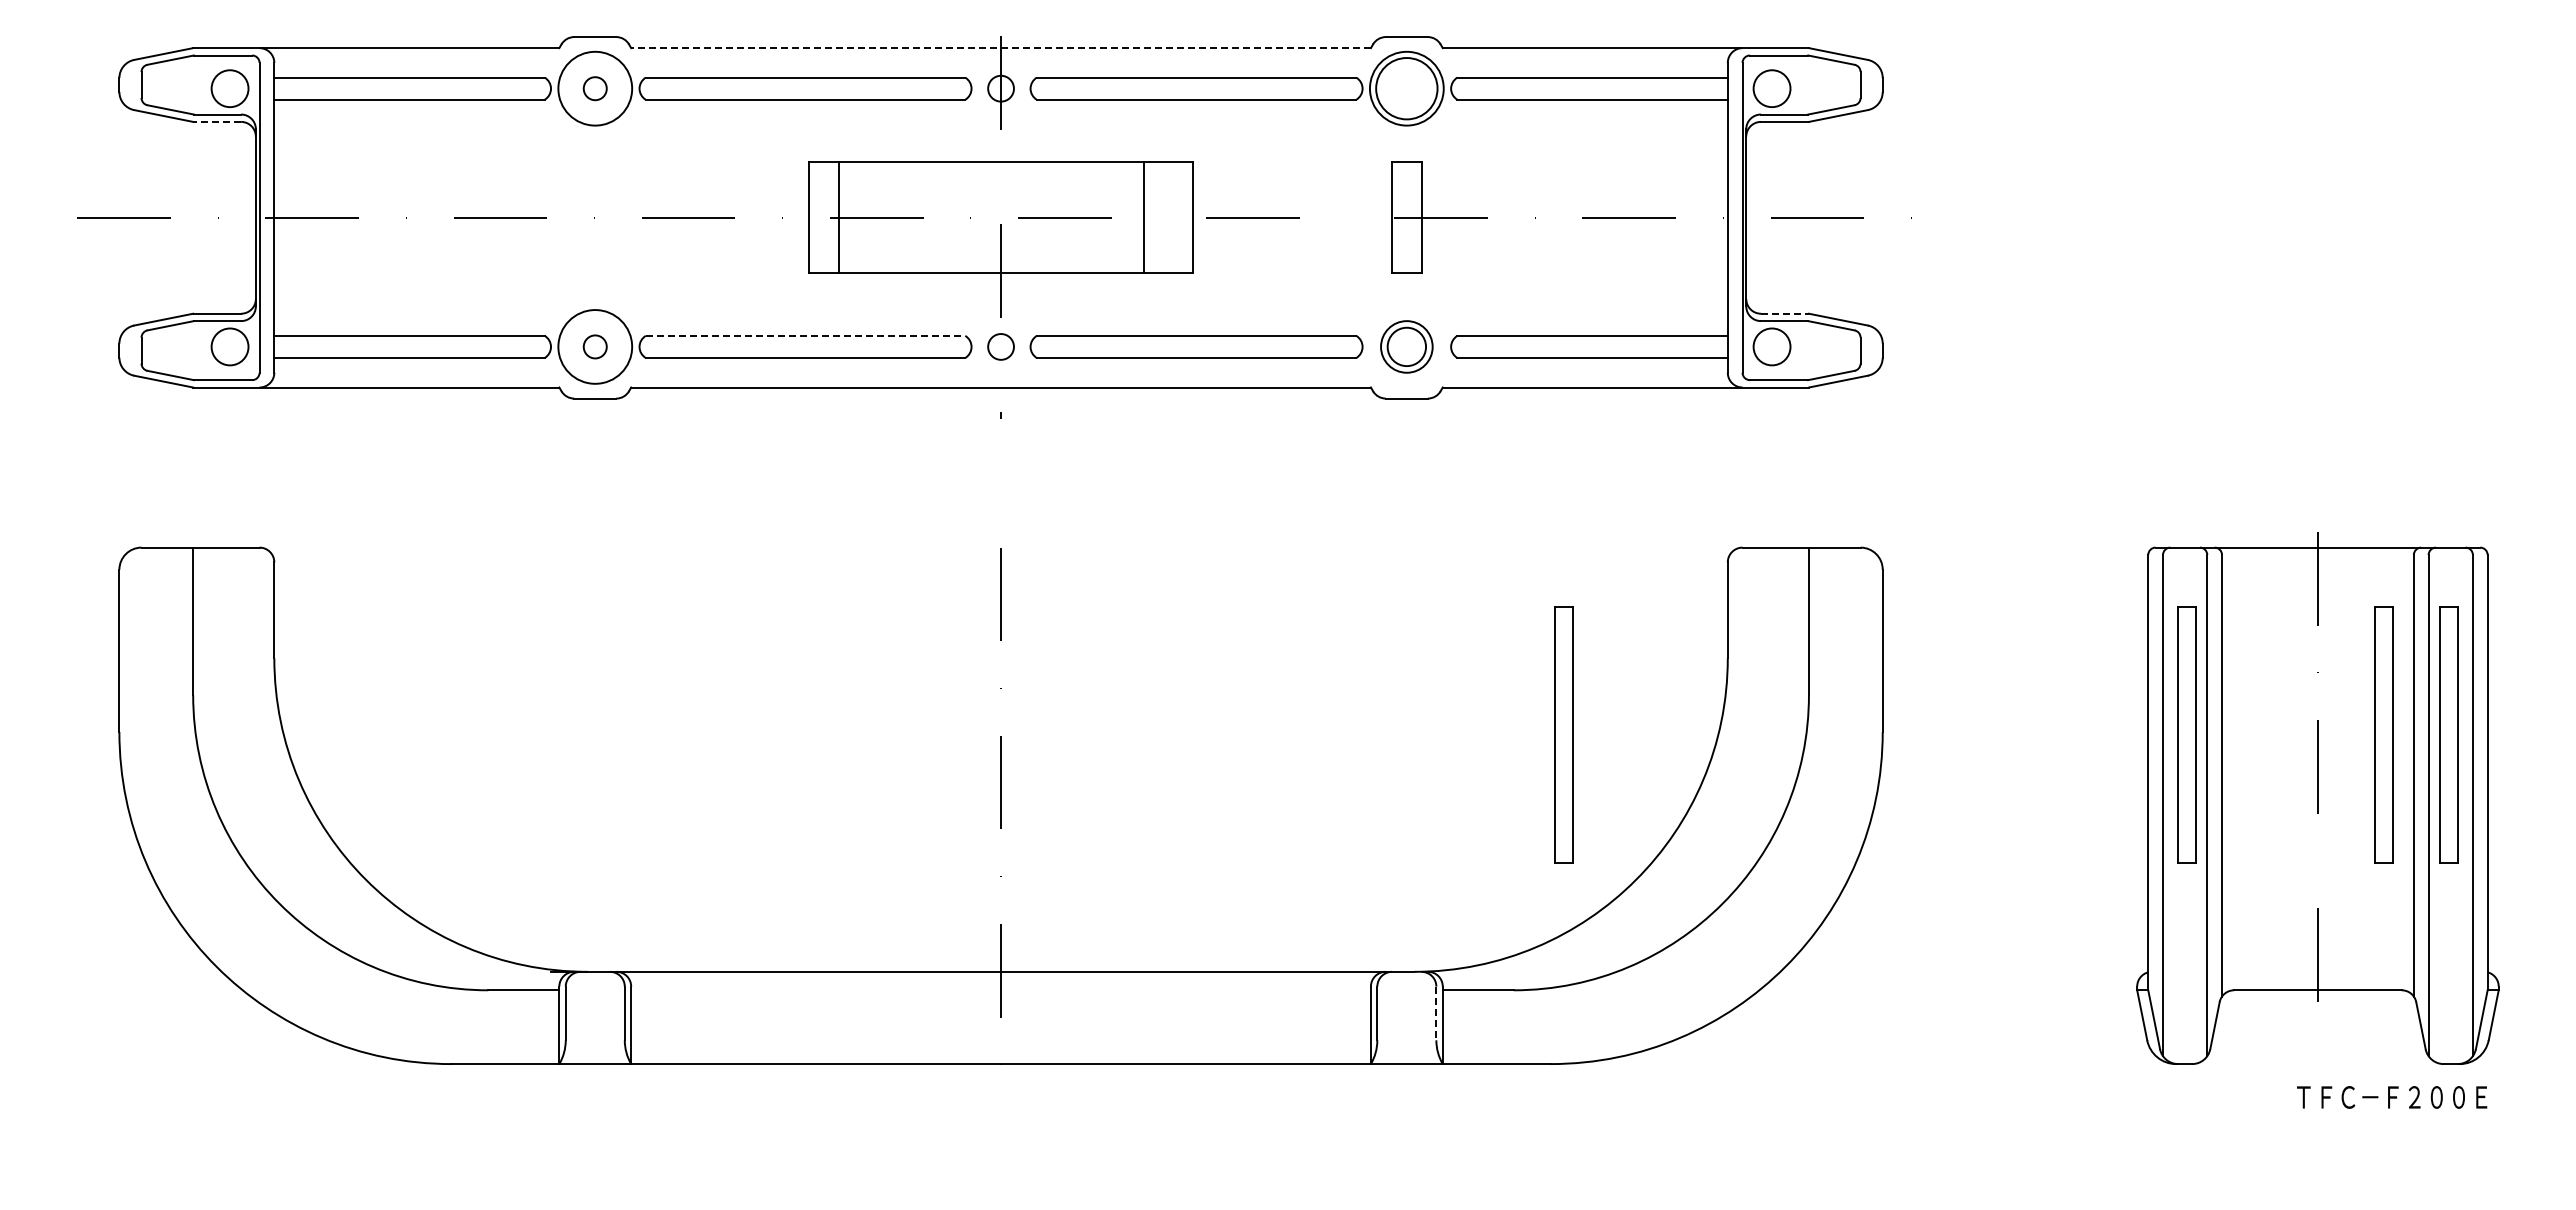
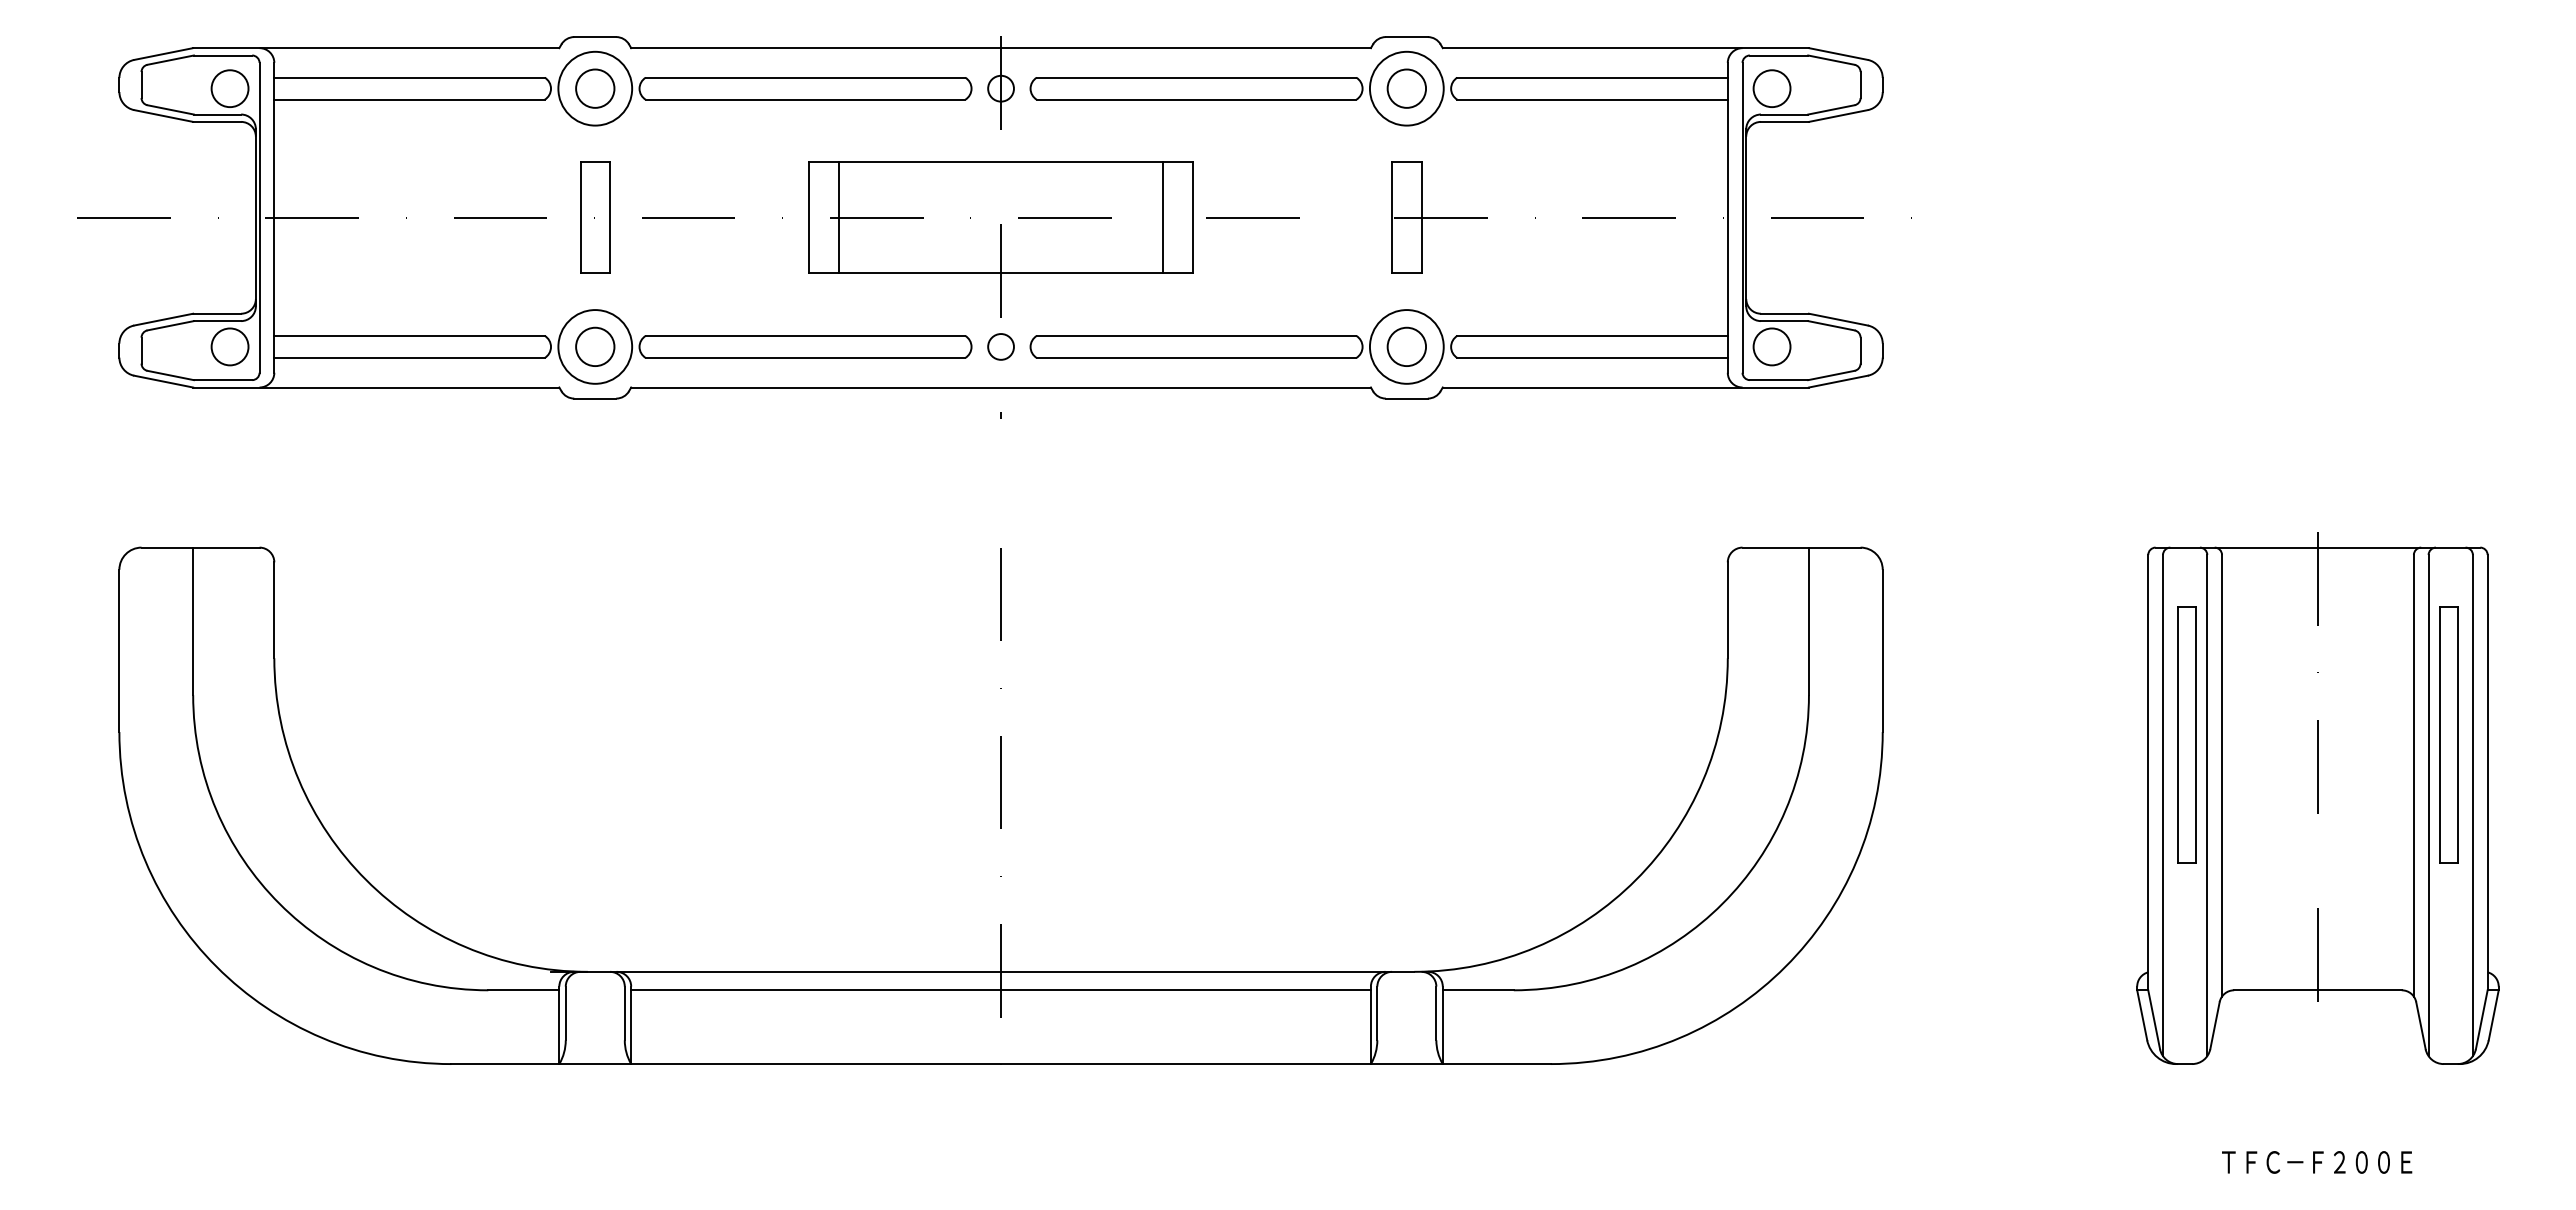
line at (1001, 48): dashed -> solid
circle at (594, 88) diameter: 23 px -> 38 px
circle at (1406, 88) diameter: 61 px -> 38 px
line at (217, 121): dashed -> solid
part at (595, 217): none -> present
line at (1144, 217) position: (1144, 217) -> (1163, 217)
line at (1784, 313): dashed -> solid
line at (805, 335): dashed -> solid
circle at (594, 346) diameter: 23 px -> 38 px
circle at (1406, 346) diameter: 52 px -> 74 px
part at (1563, 734): present -> none
part at (2383, 734): present -> none
line at (1000, 990): none -> present
line at (1436, 1013): dashed -> solid
text at (2392, 1097) position: (2392, 1097) -> (2317, 1162)
